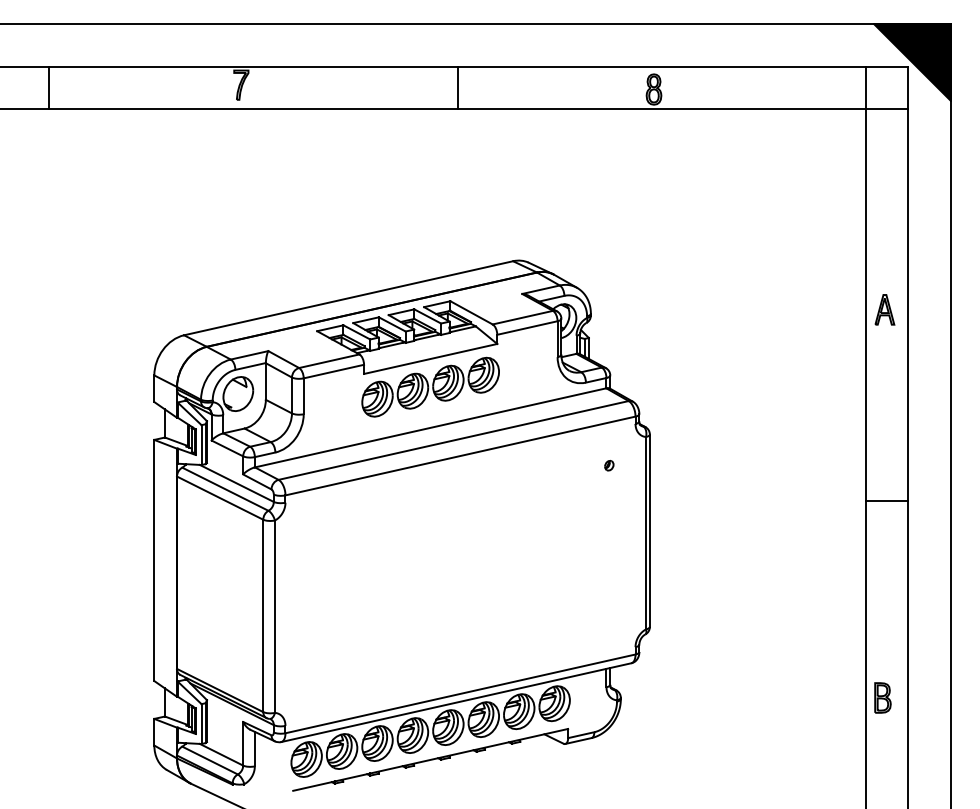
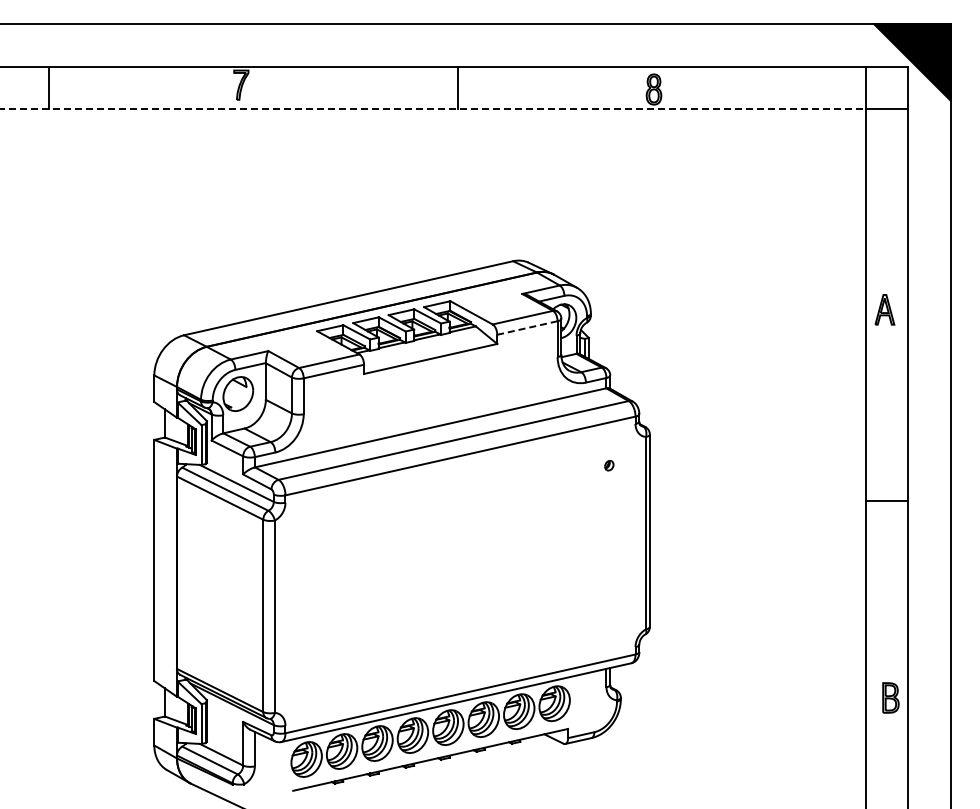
line at (433, 109): solid -> dashed
line at (527, 328): solid -> dashed
part at (430, 386): present -> none
part at (882, 697) position: (882, 697) -> (890, 697)
